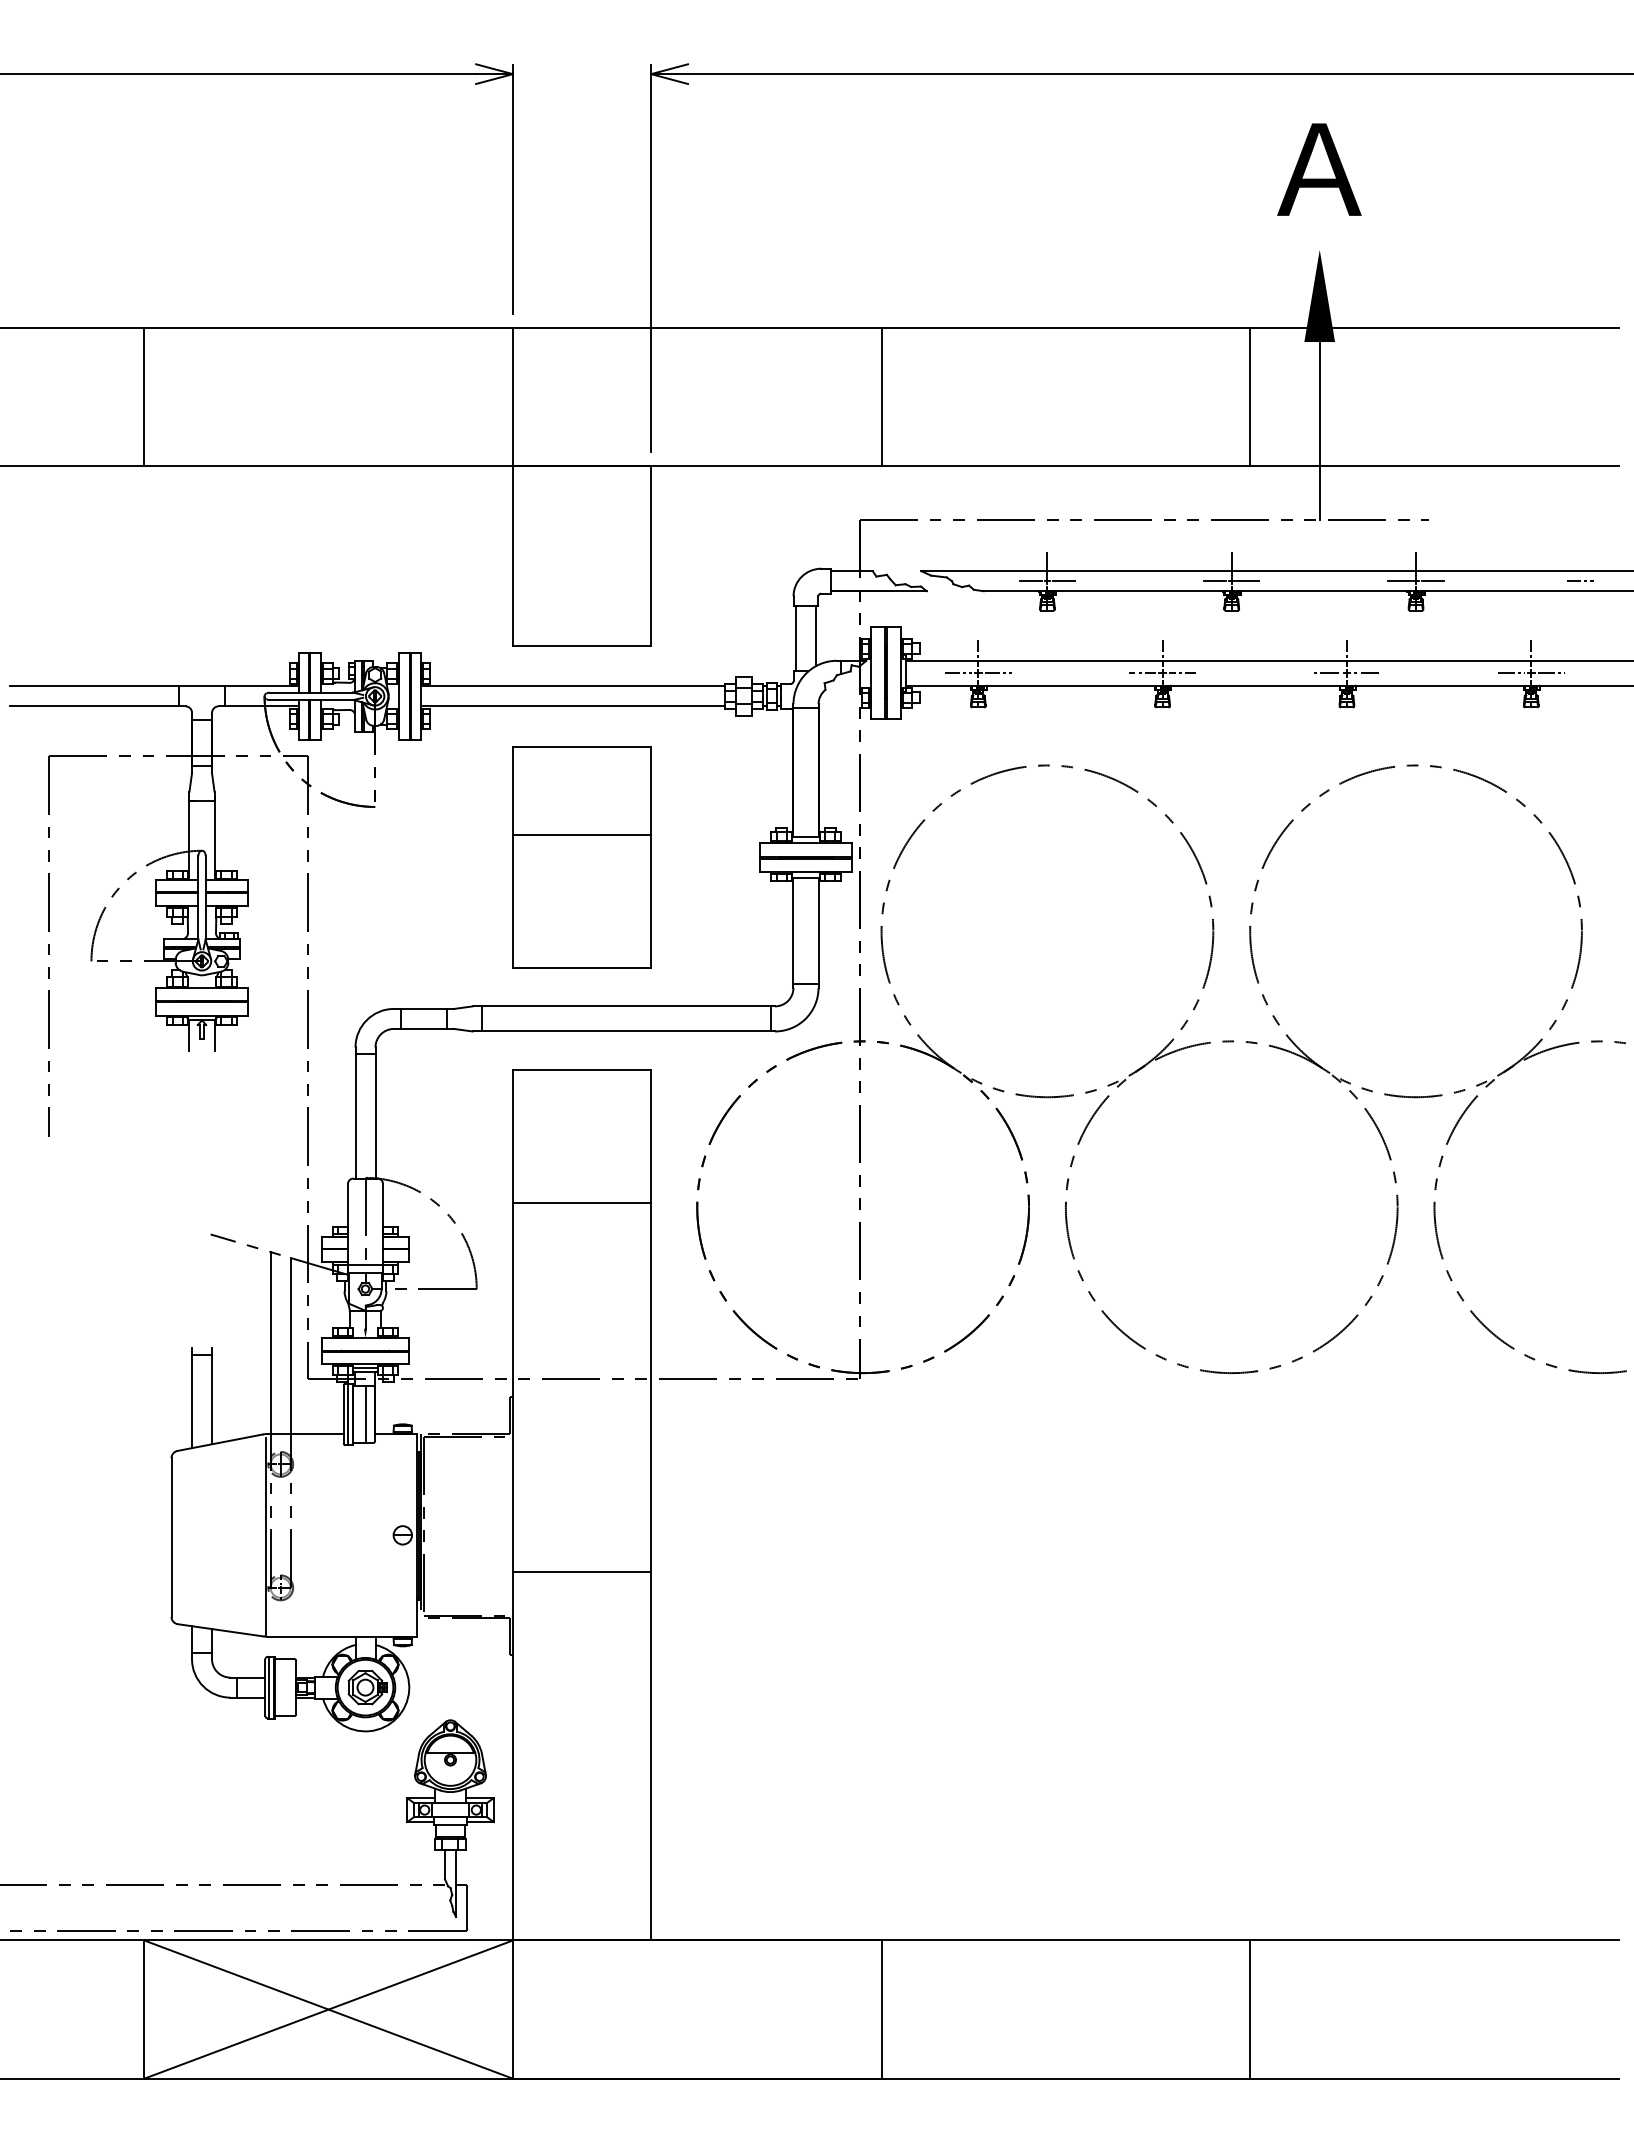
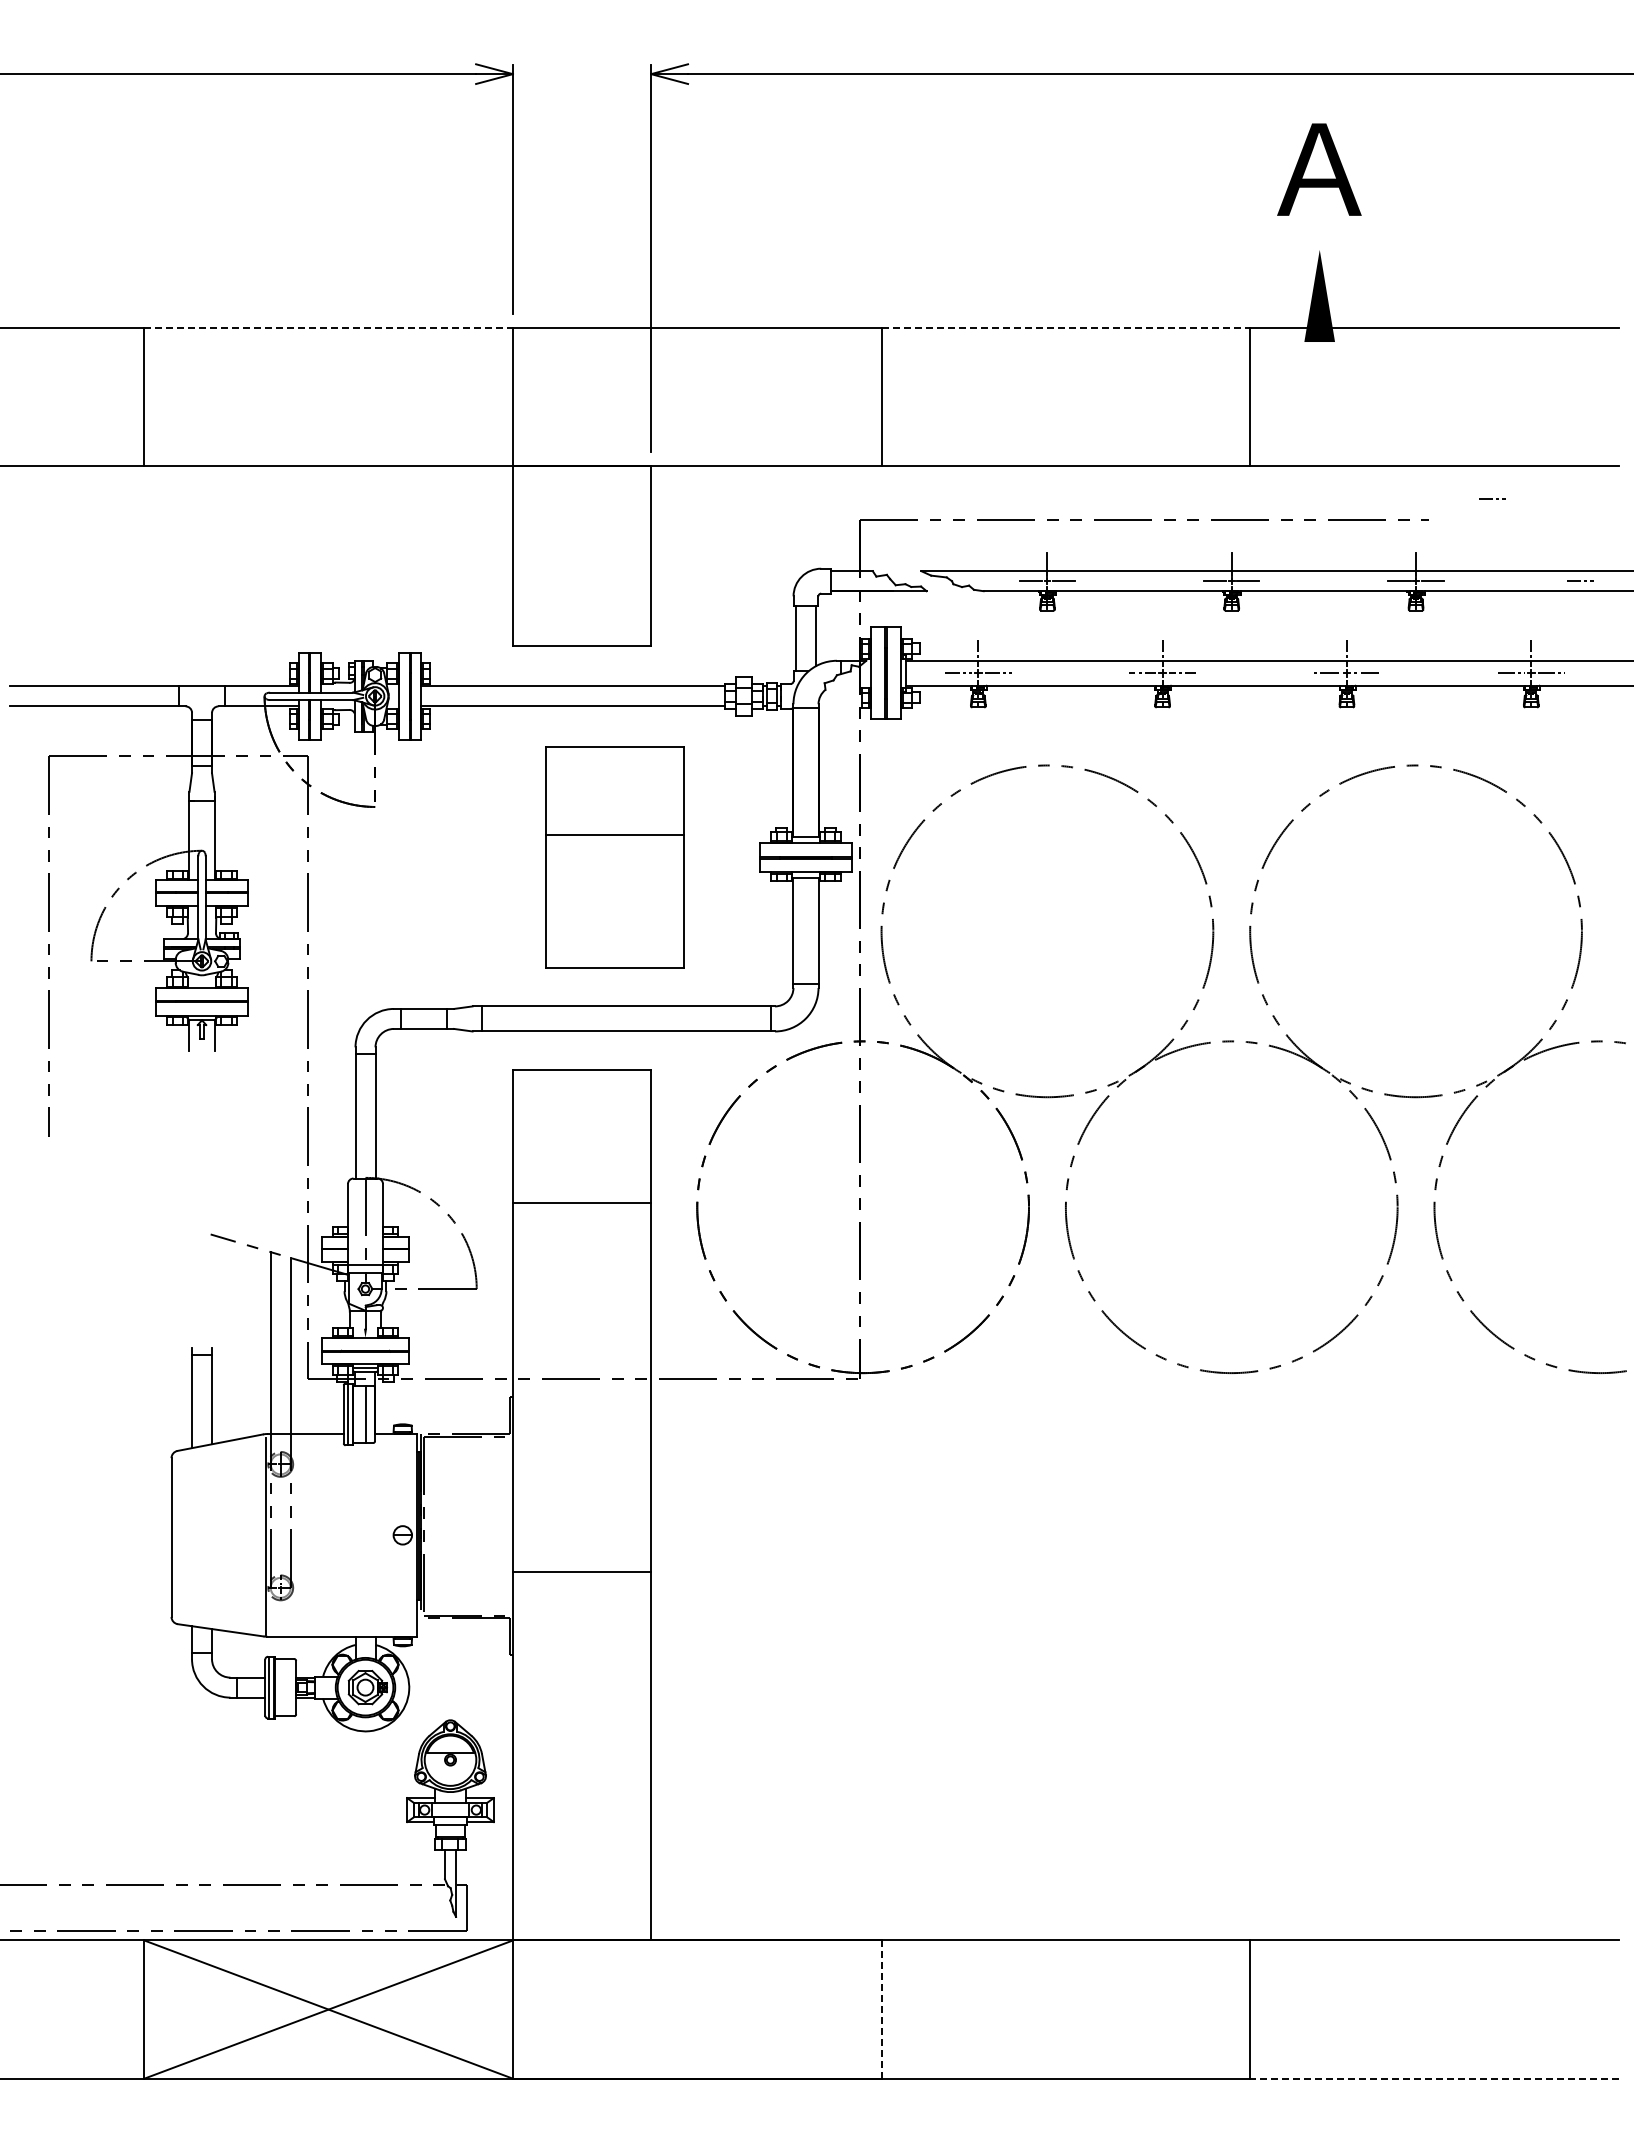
line at (329, 327): solid -> dashed
line at (1066, 327): solid -> dashed
line at (1319, 430): present -> none
line at (1492, 498): none -> present
part at (581, 857) position: (581, 857) -> (614, 857)
line at (881, 2010): solid -> dashed
line at (1433, 2078): solid -> dashed
